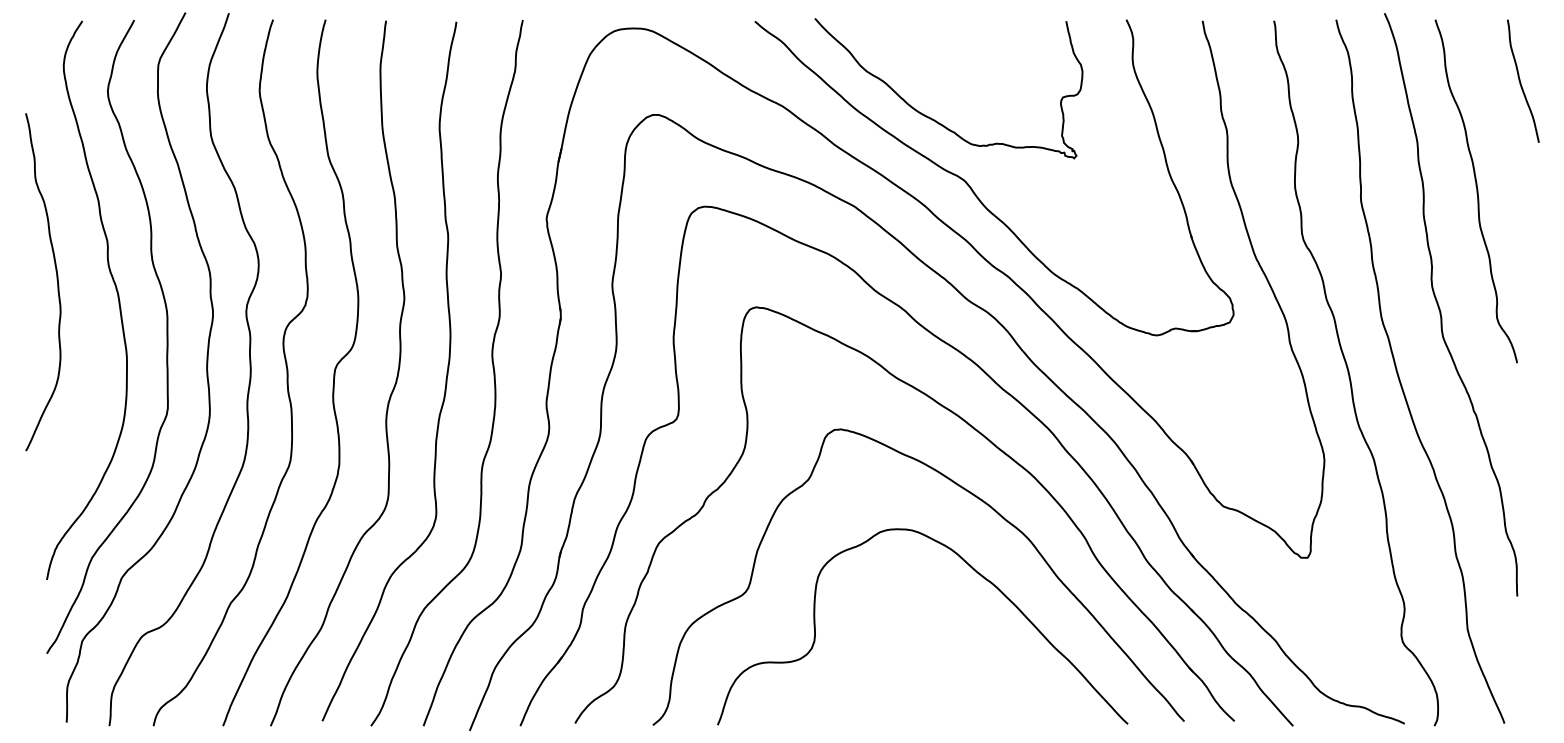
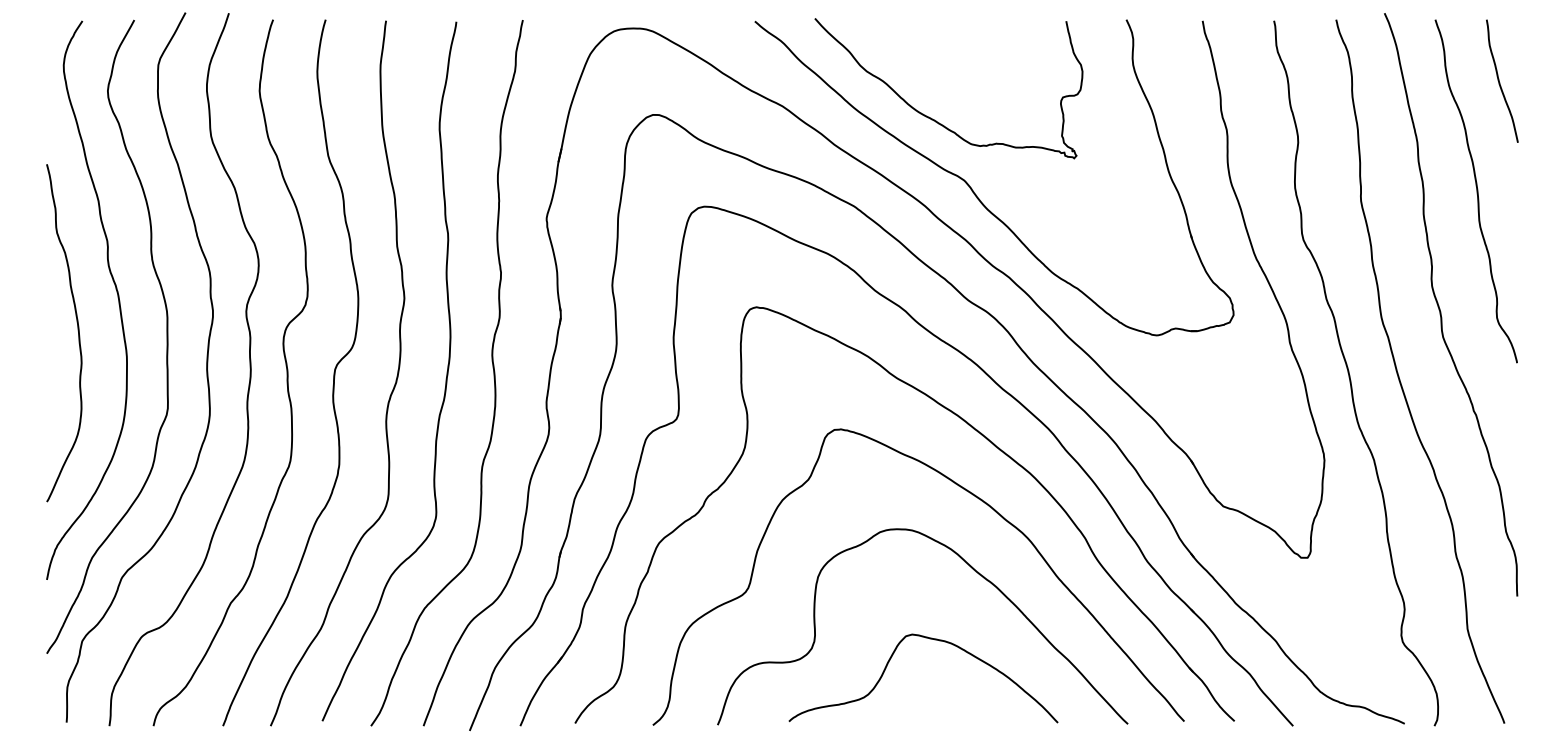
curve at (1521, 82) position: (1521, 82) -> (1500, 82)
curve at (56, 279) position: (56, 279) -> (77, 330)
curve at (889, 662): none -> present
